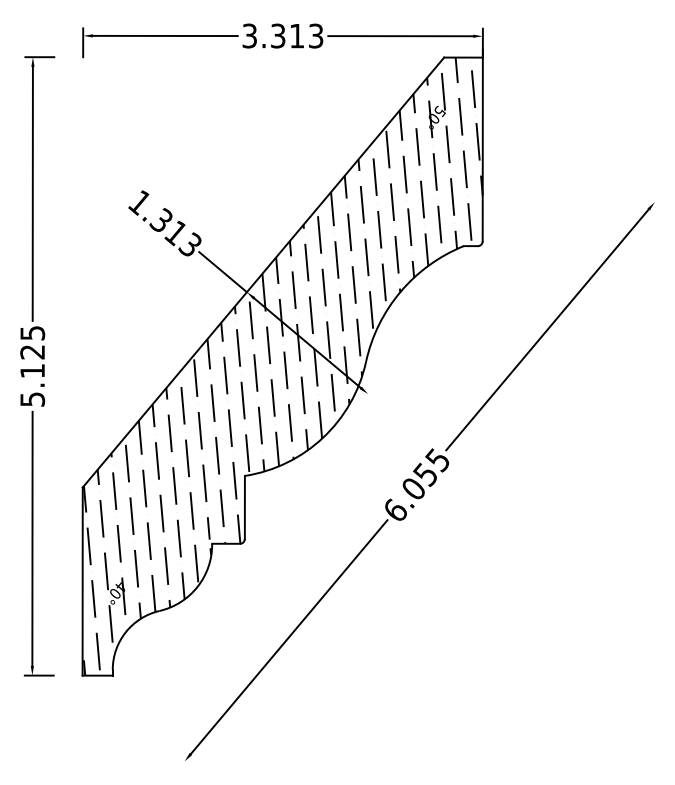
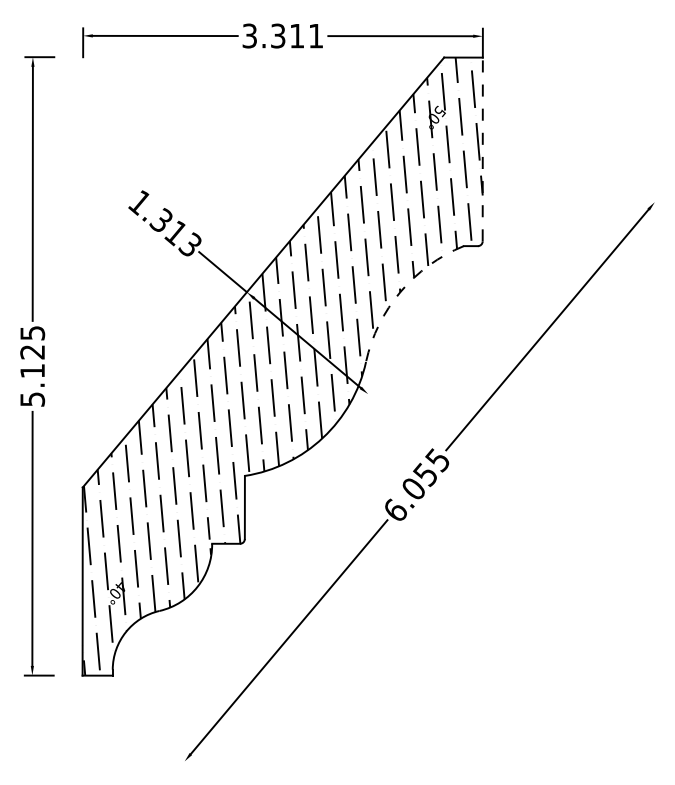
text at (316, 35): 3.313 -> 3.311
line at (482, 145): solid -> dashed
arc at (400, 291): solid -> dashed
